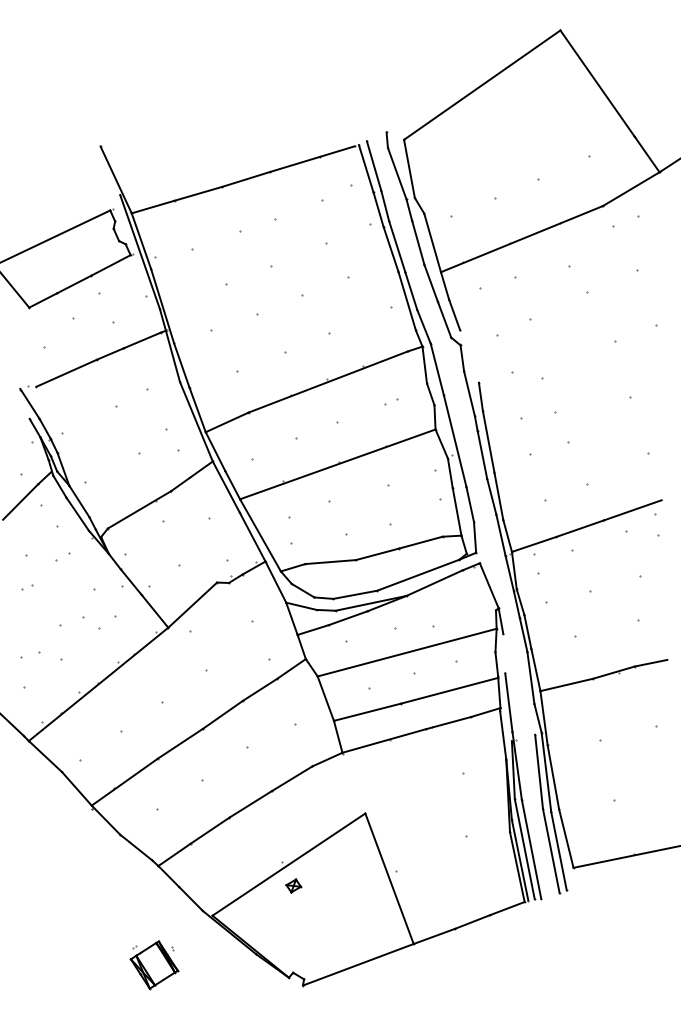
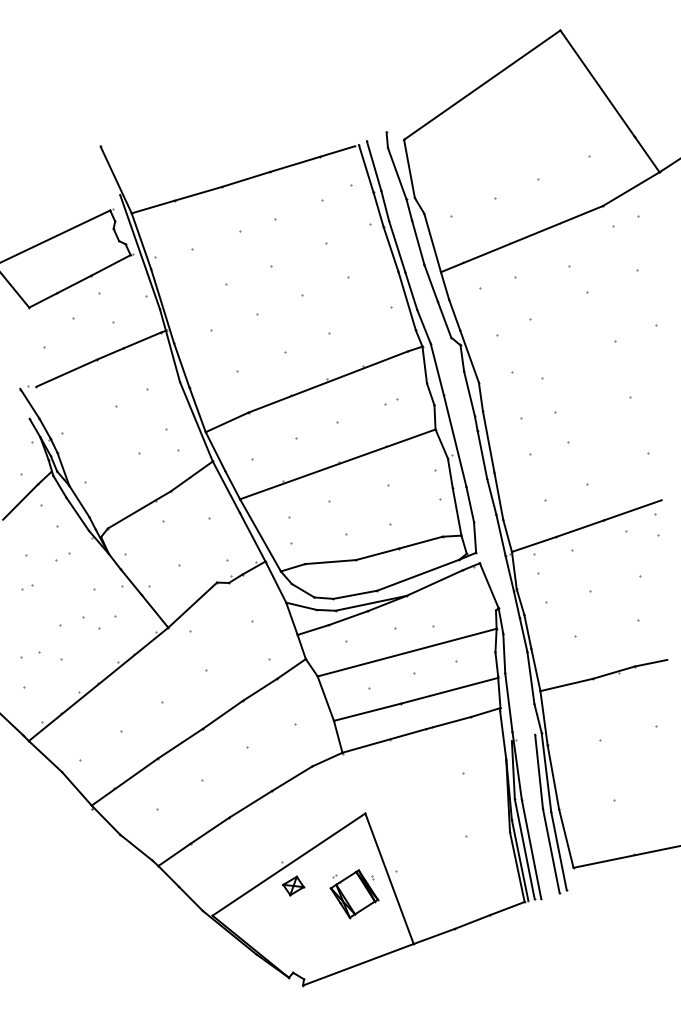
line at (469, 356): none -> present
line at (504, 653): none -> present
part at (293, 885) size: 18x16 px -> 24x22 px
part at (154, 965) position: (154, 965) -> (354, 894)
